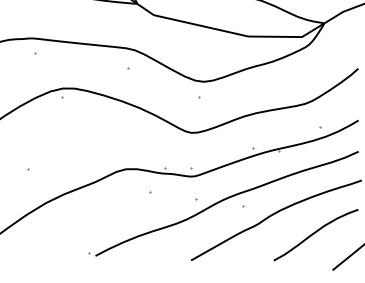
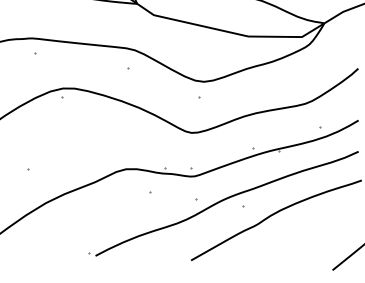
curve at (314, 234): present -> none
